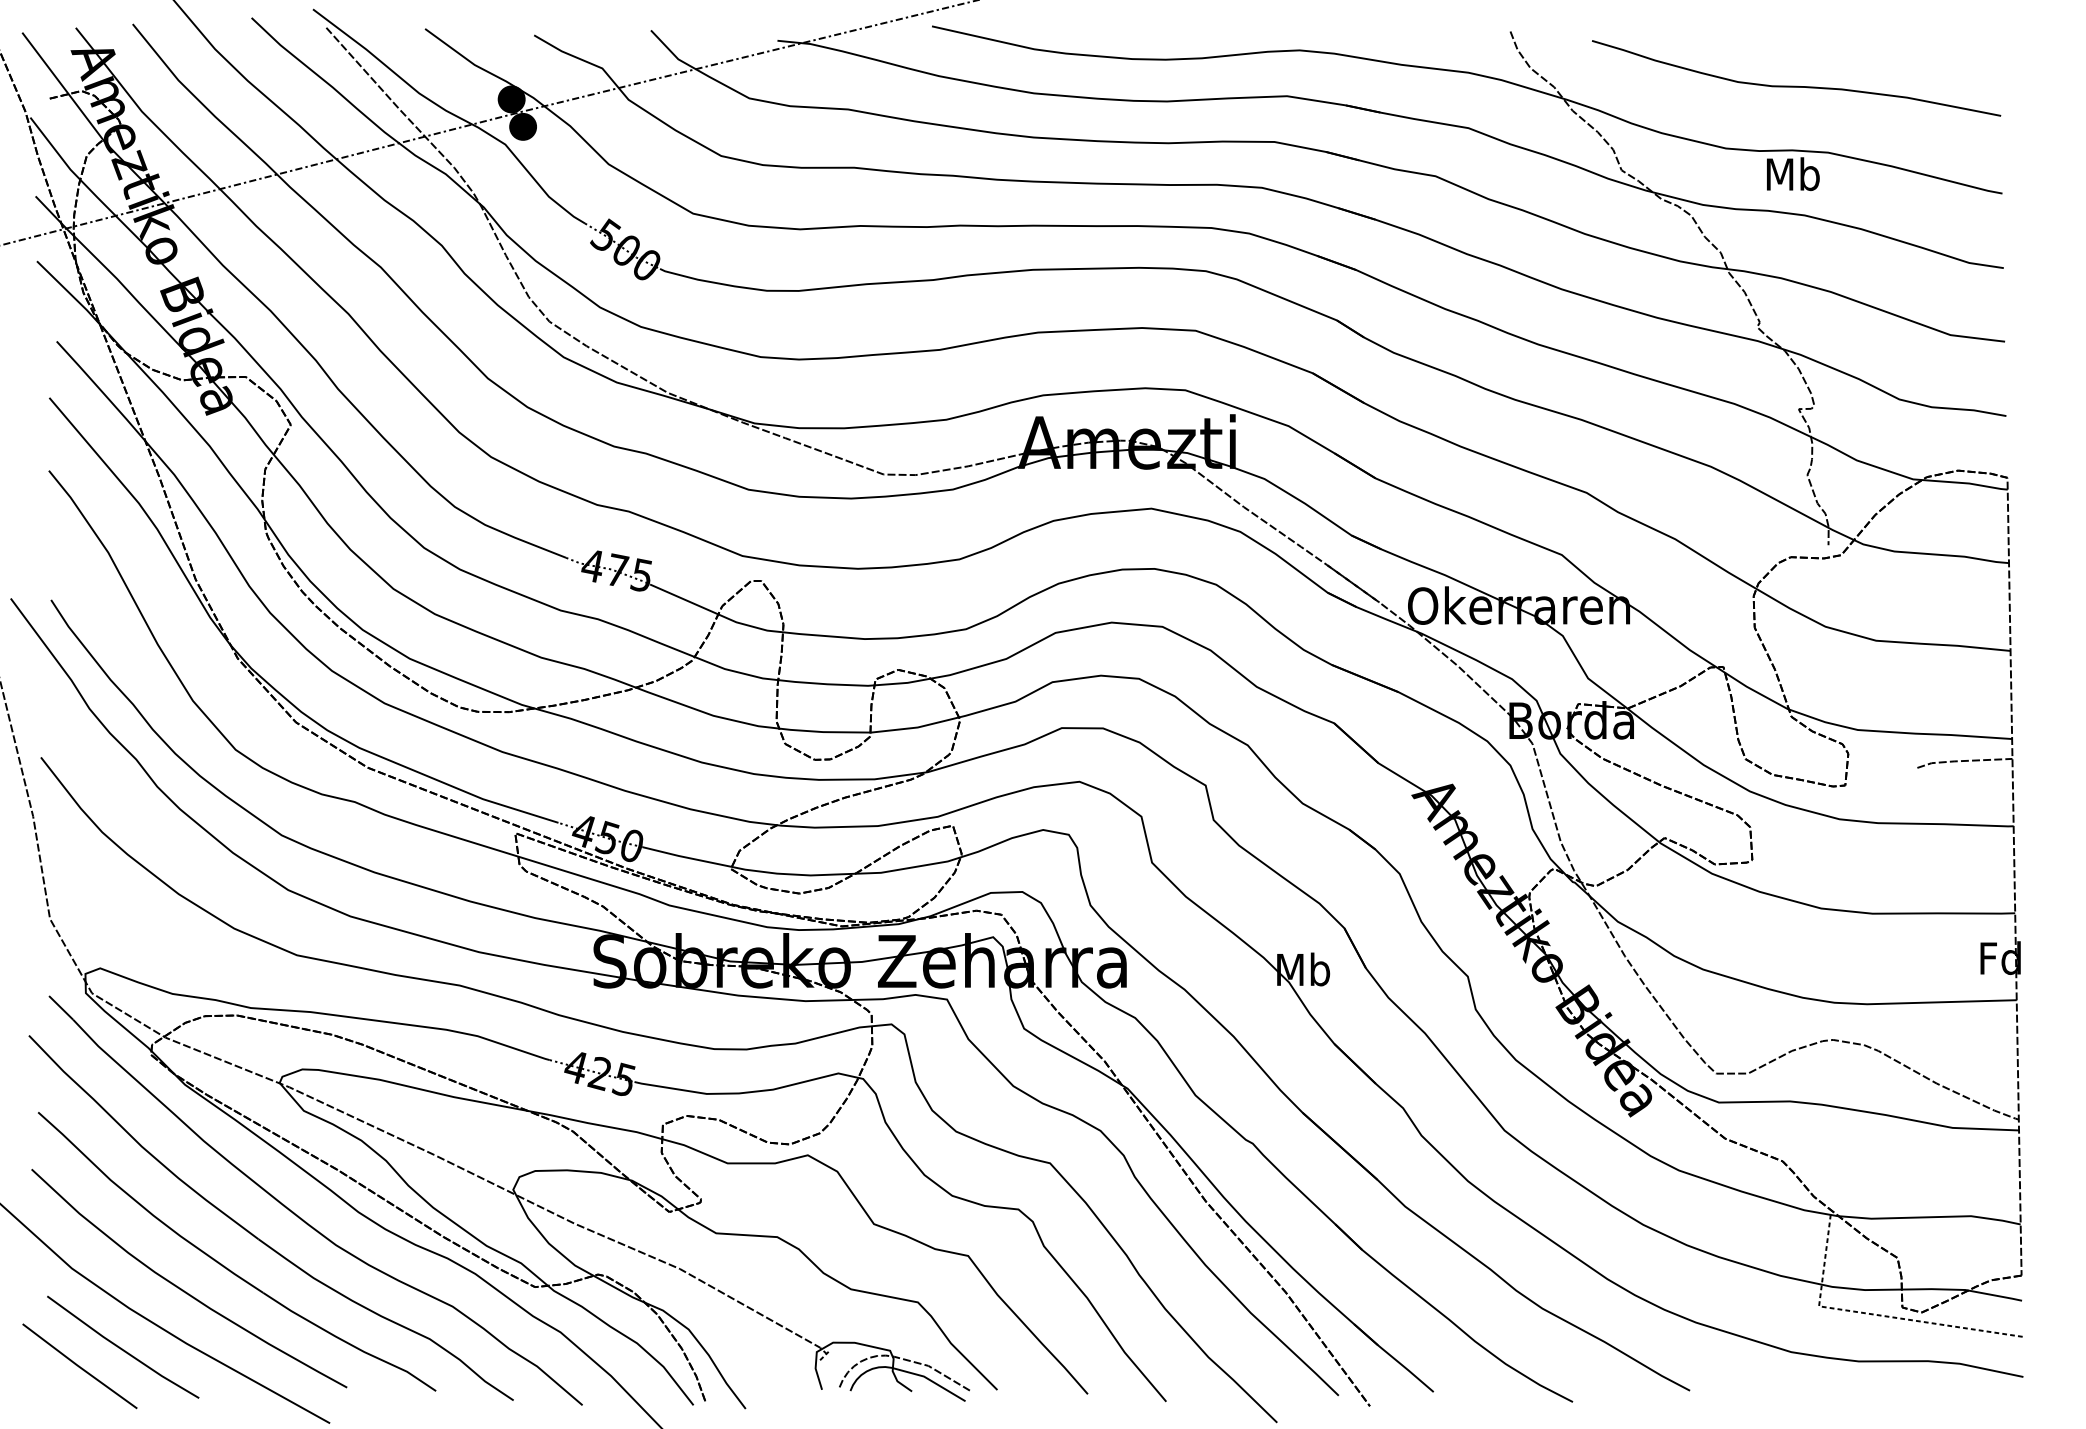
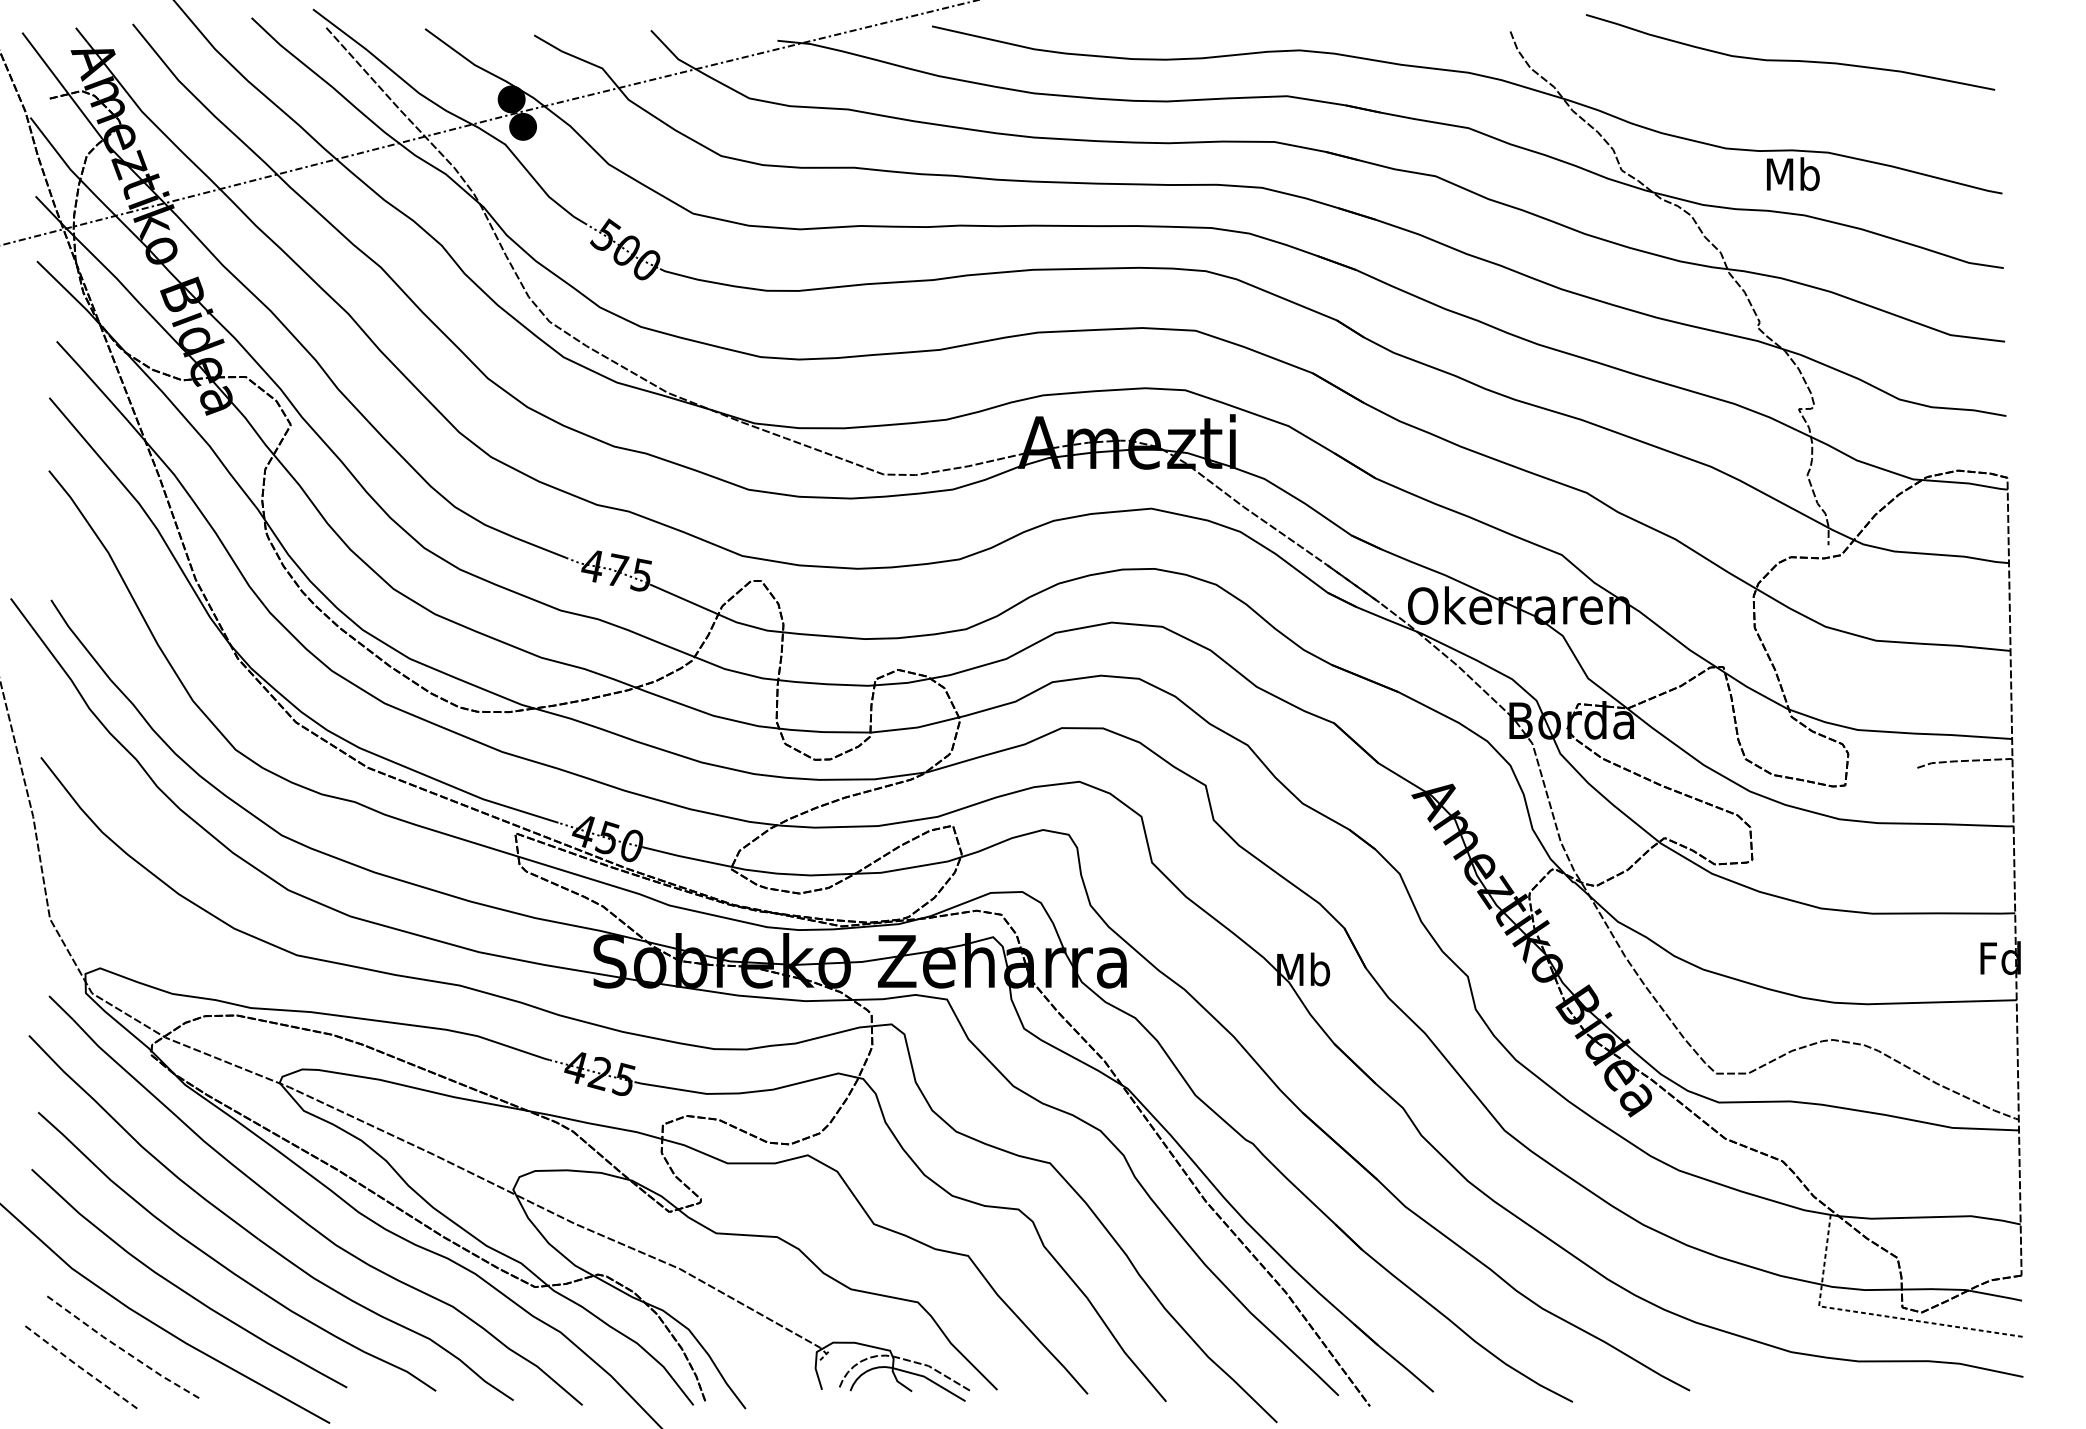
curve at (1796, 85) position: (1796, 85) -> (1790, 59)
line at (121, 1349): solid -> dashed
line at (78, 1366): solid -> dashed
